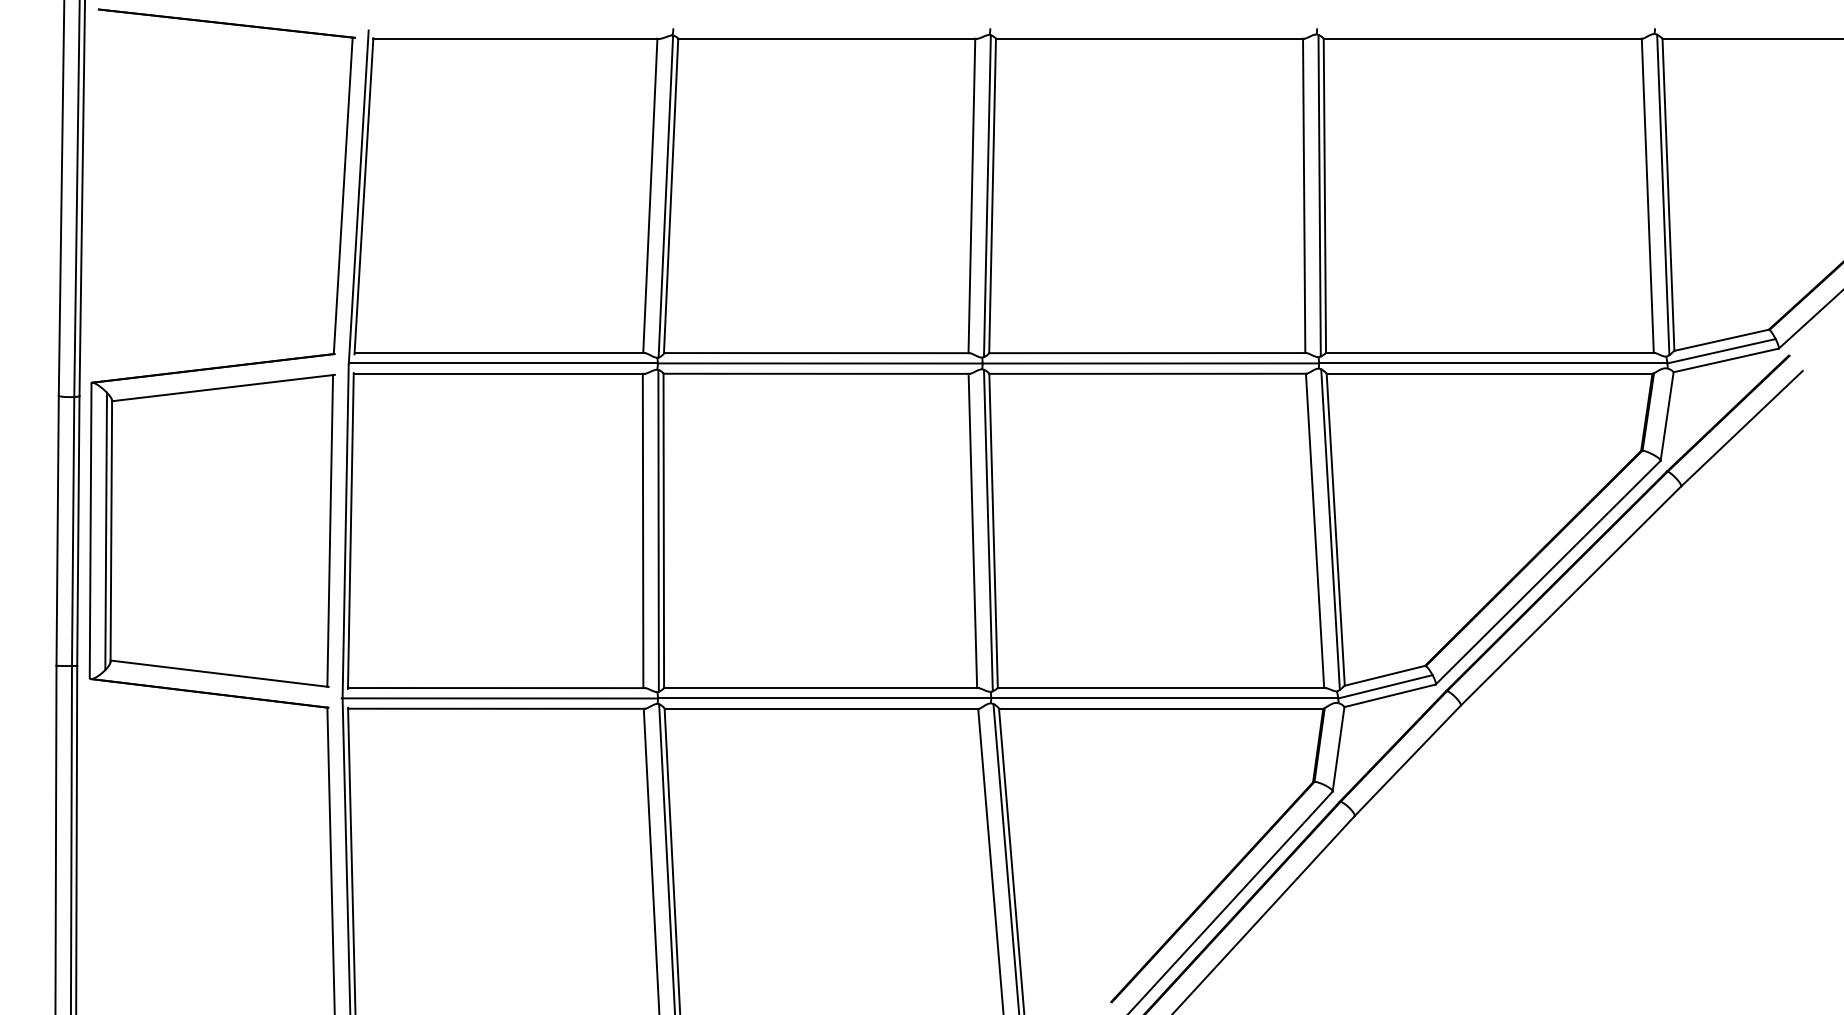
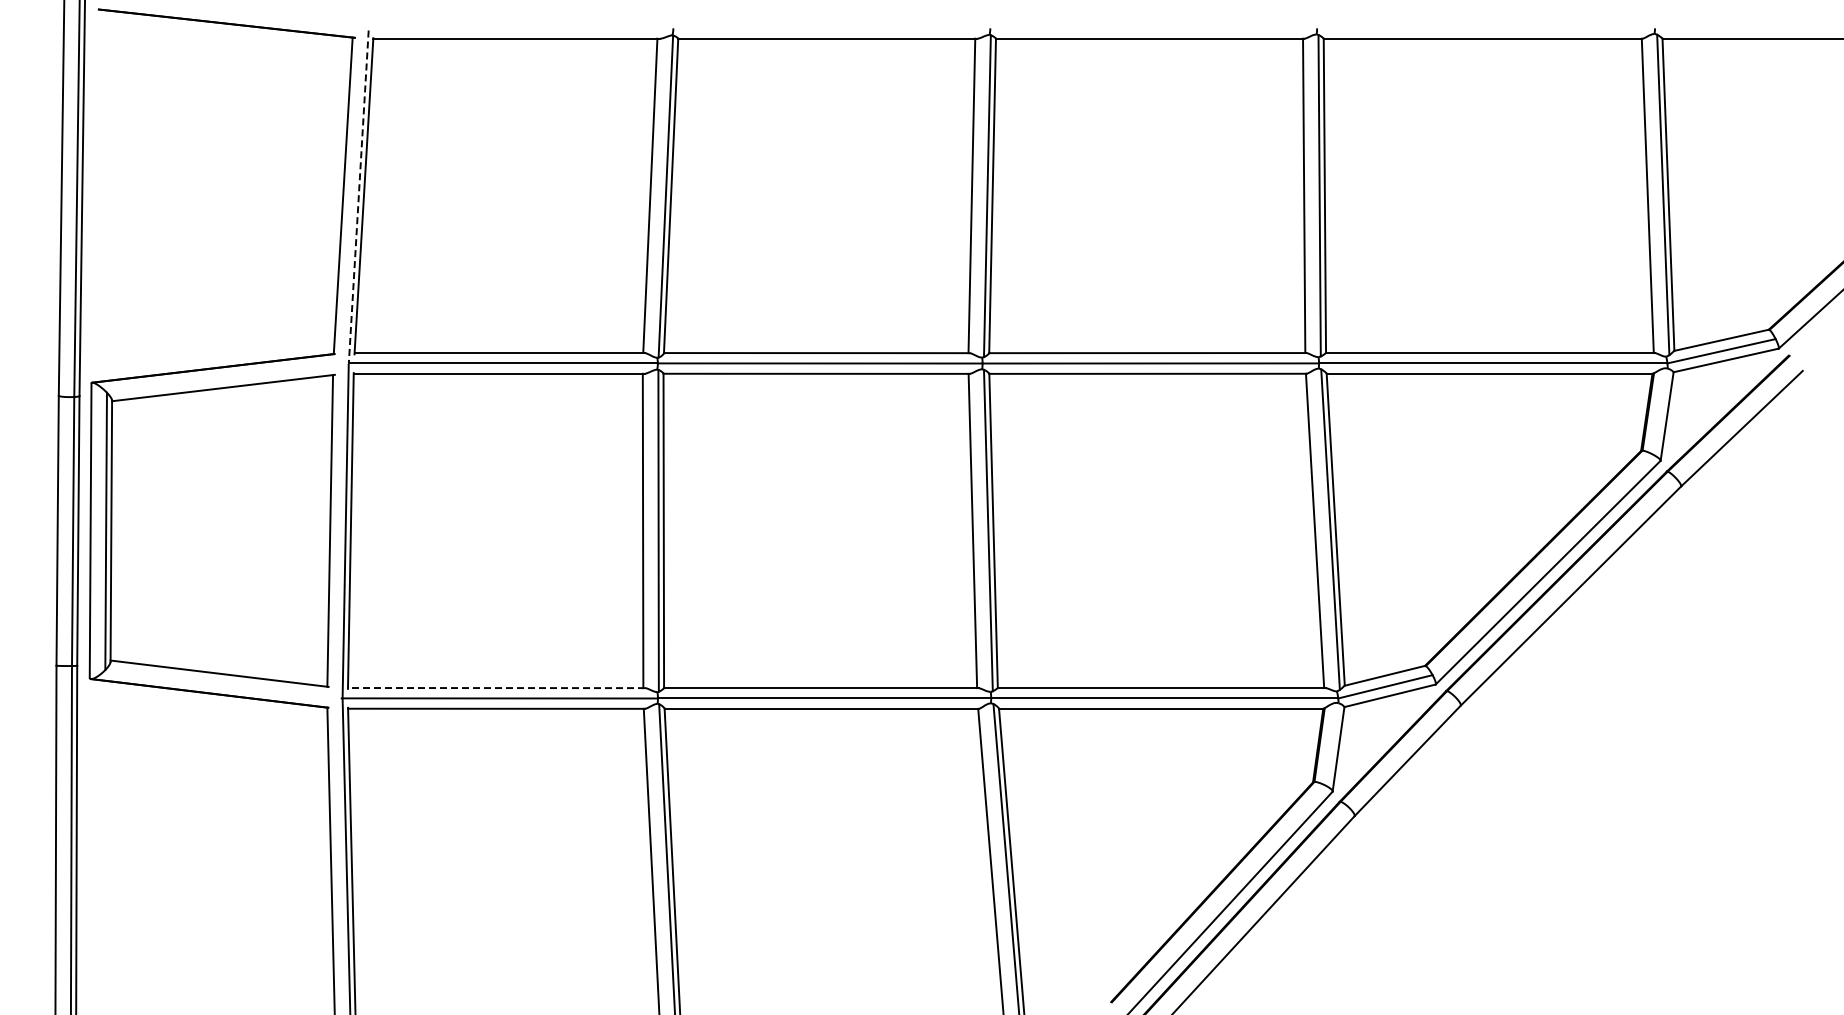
line at (358, 196): solid -> dashed
line at (496, 688): solid -> dashed
